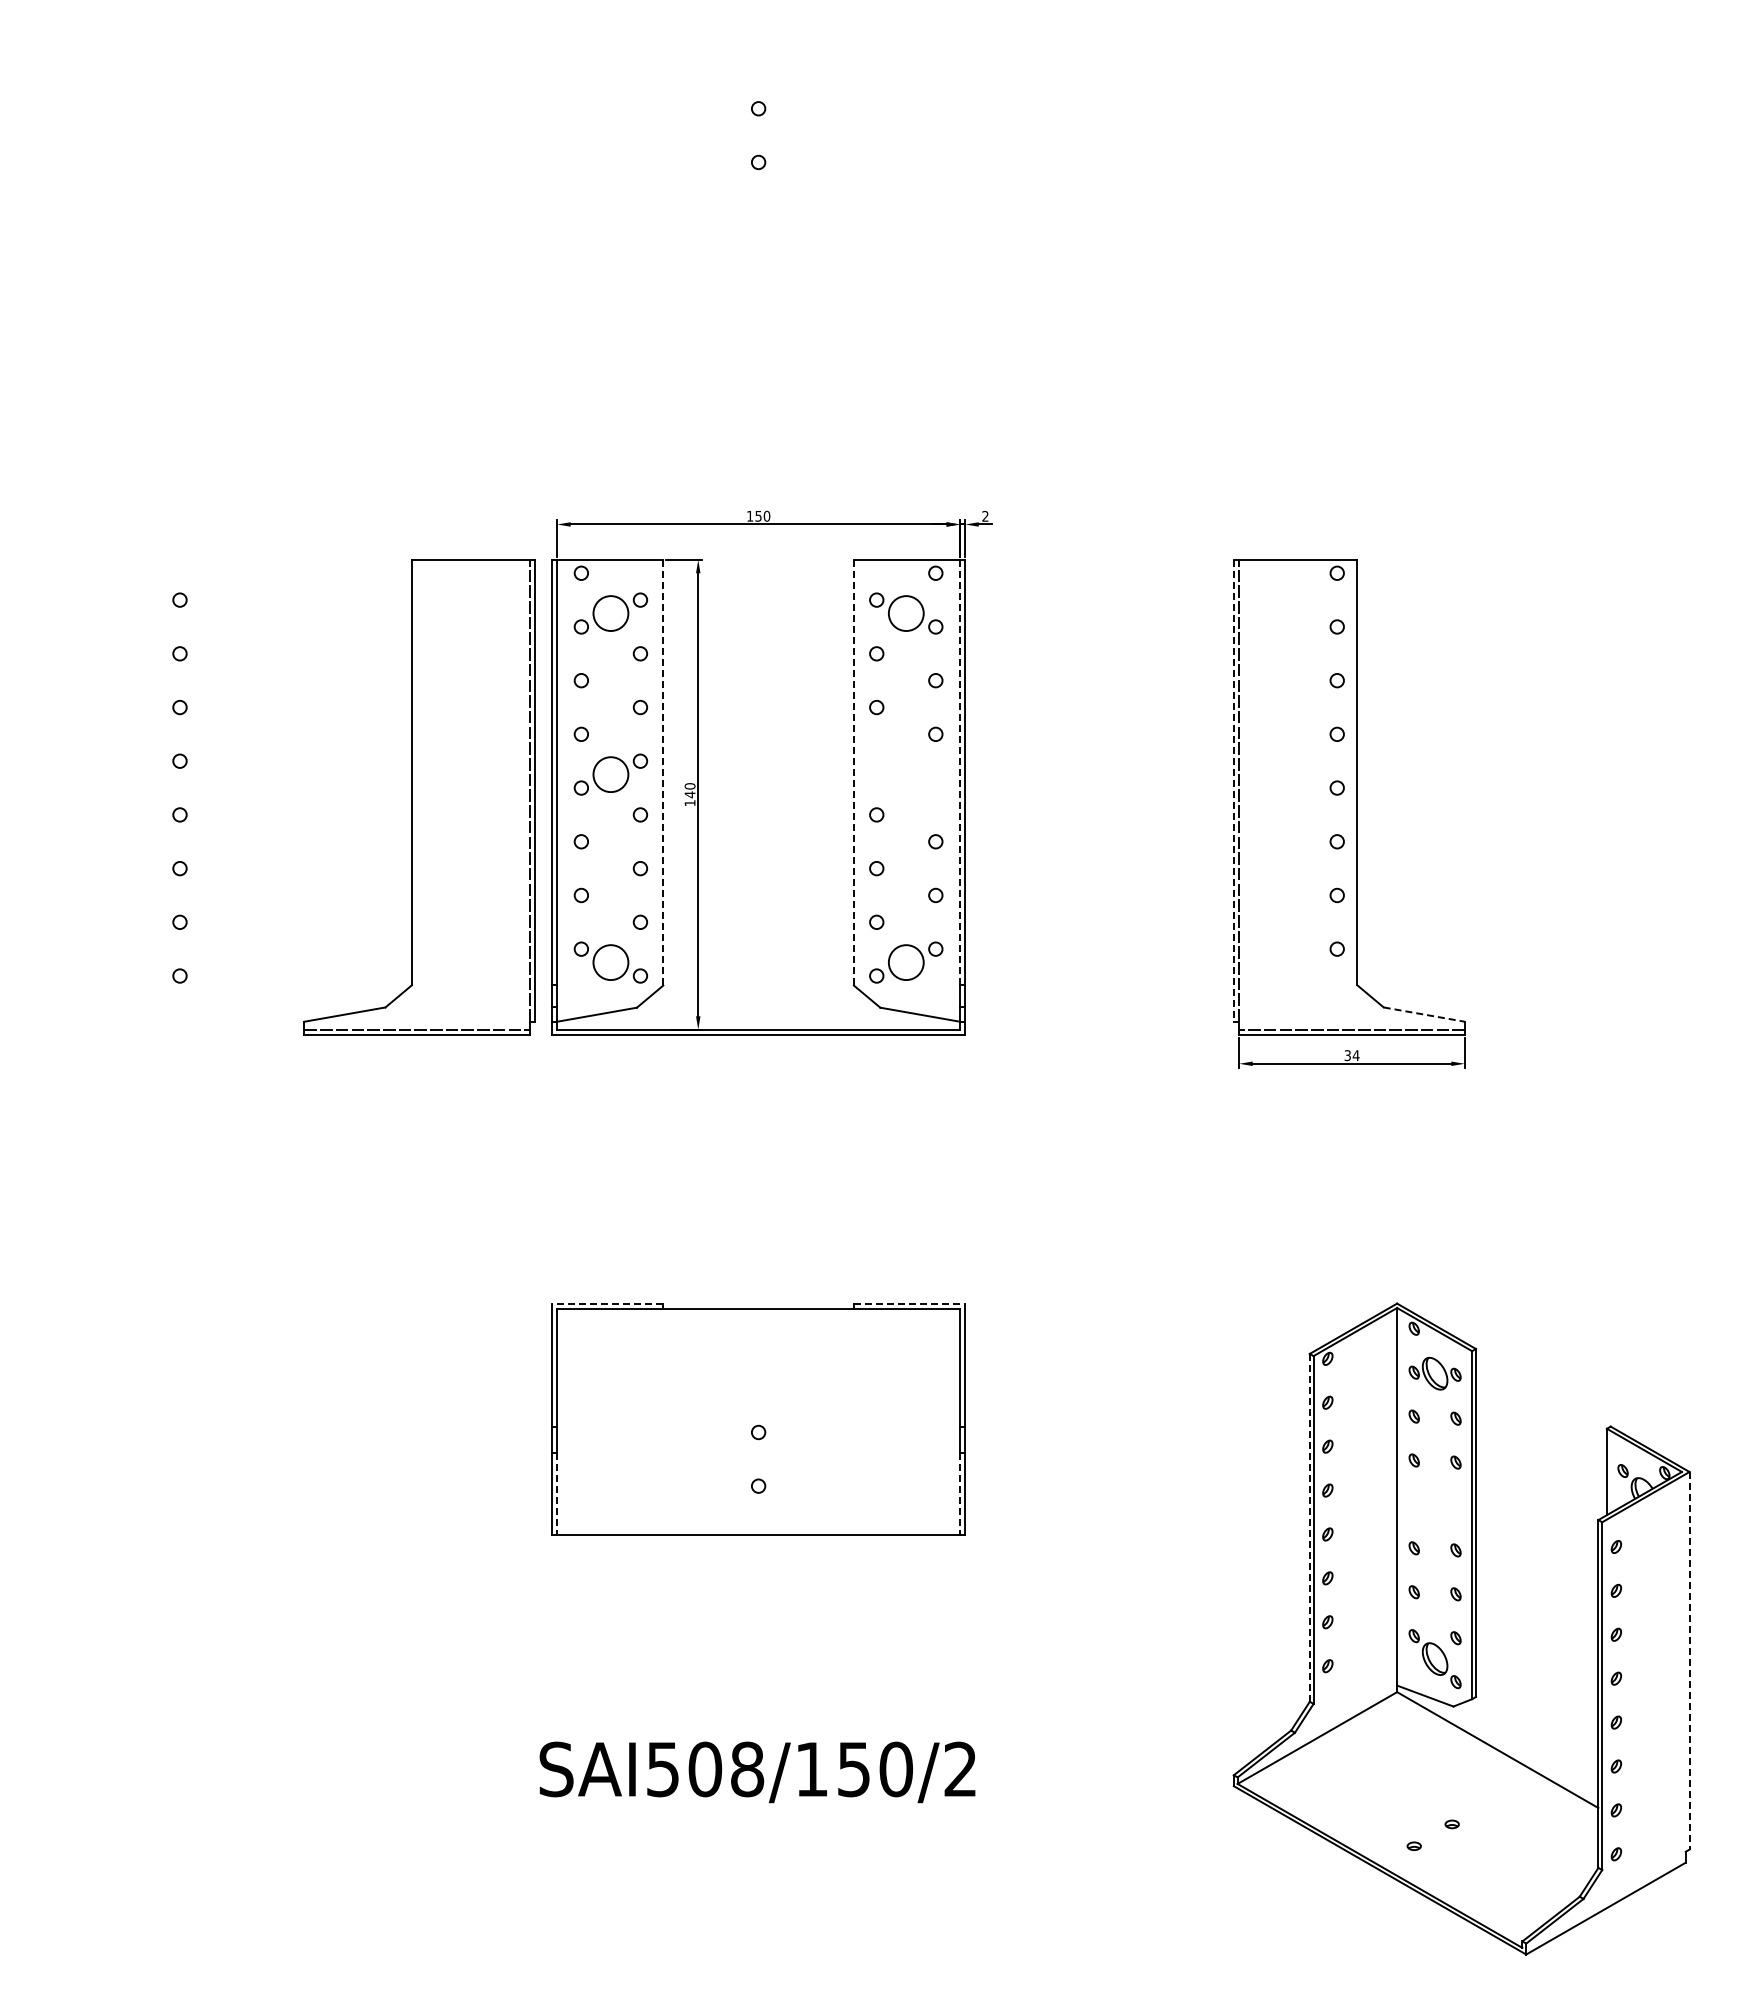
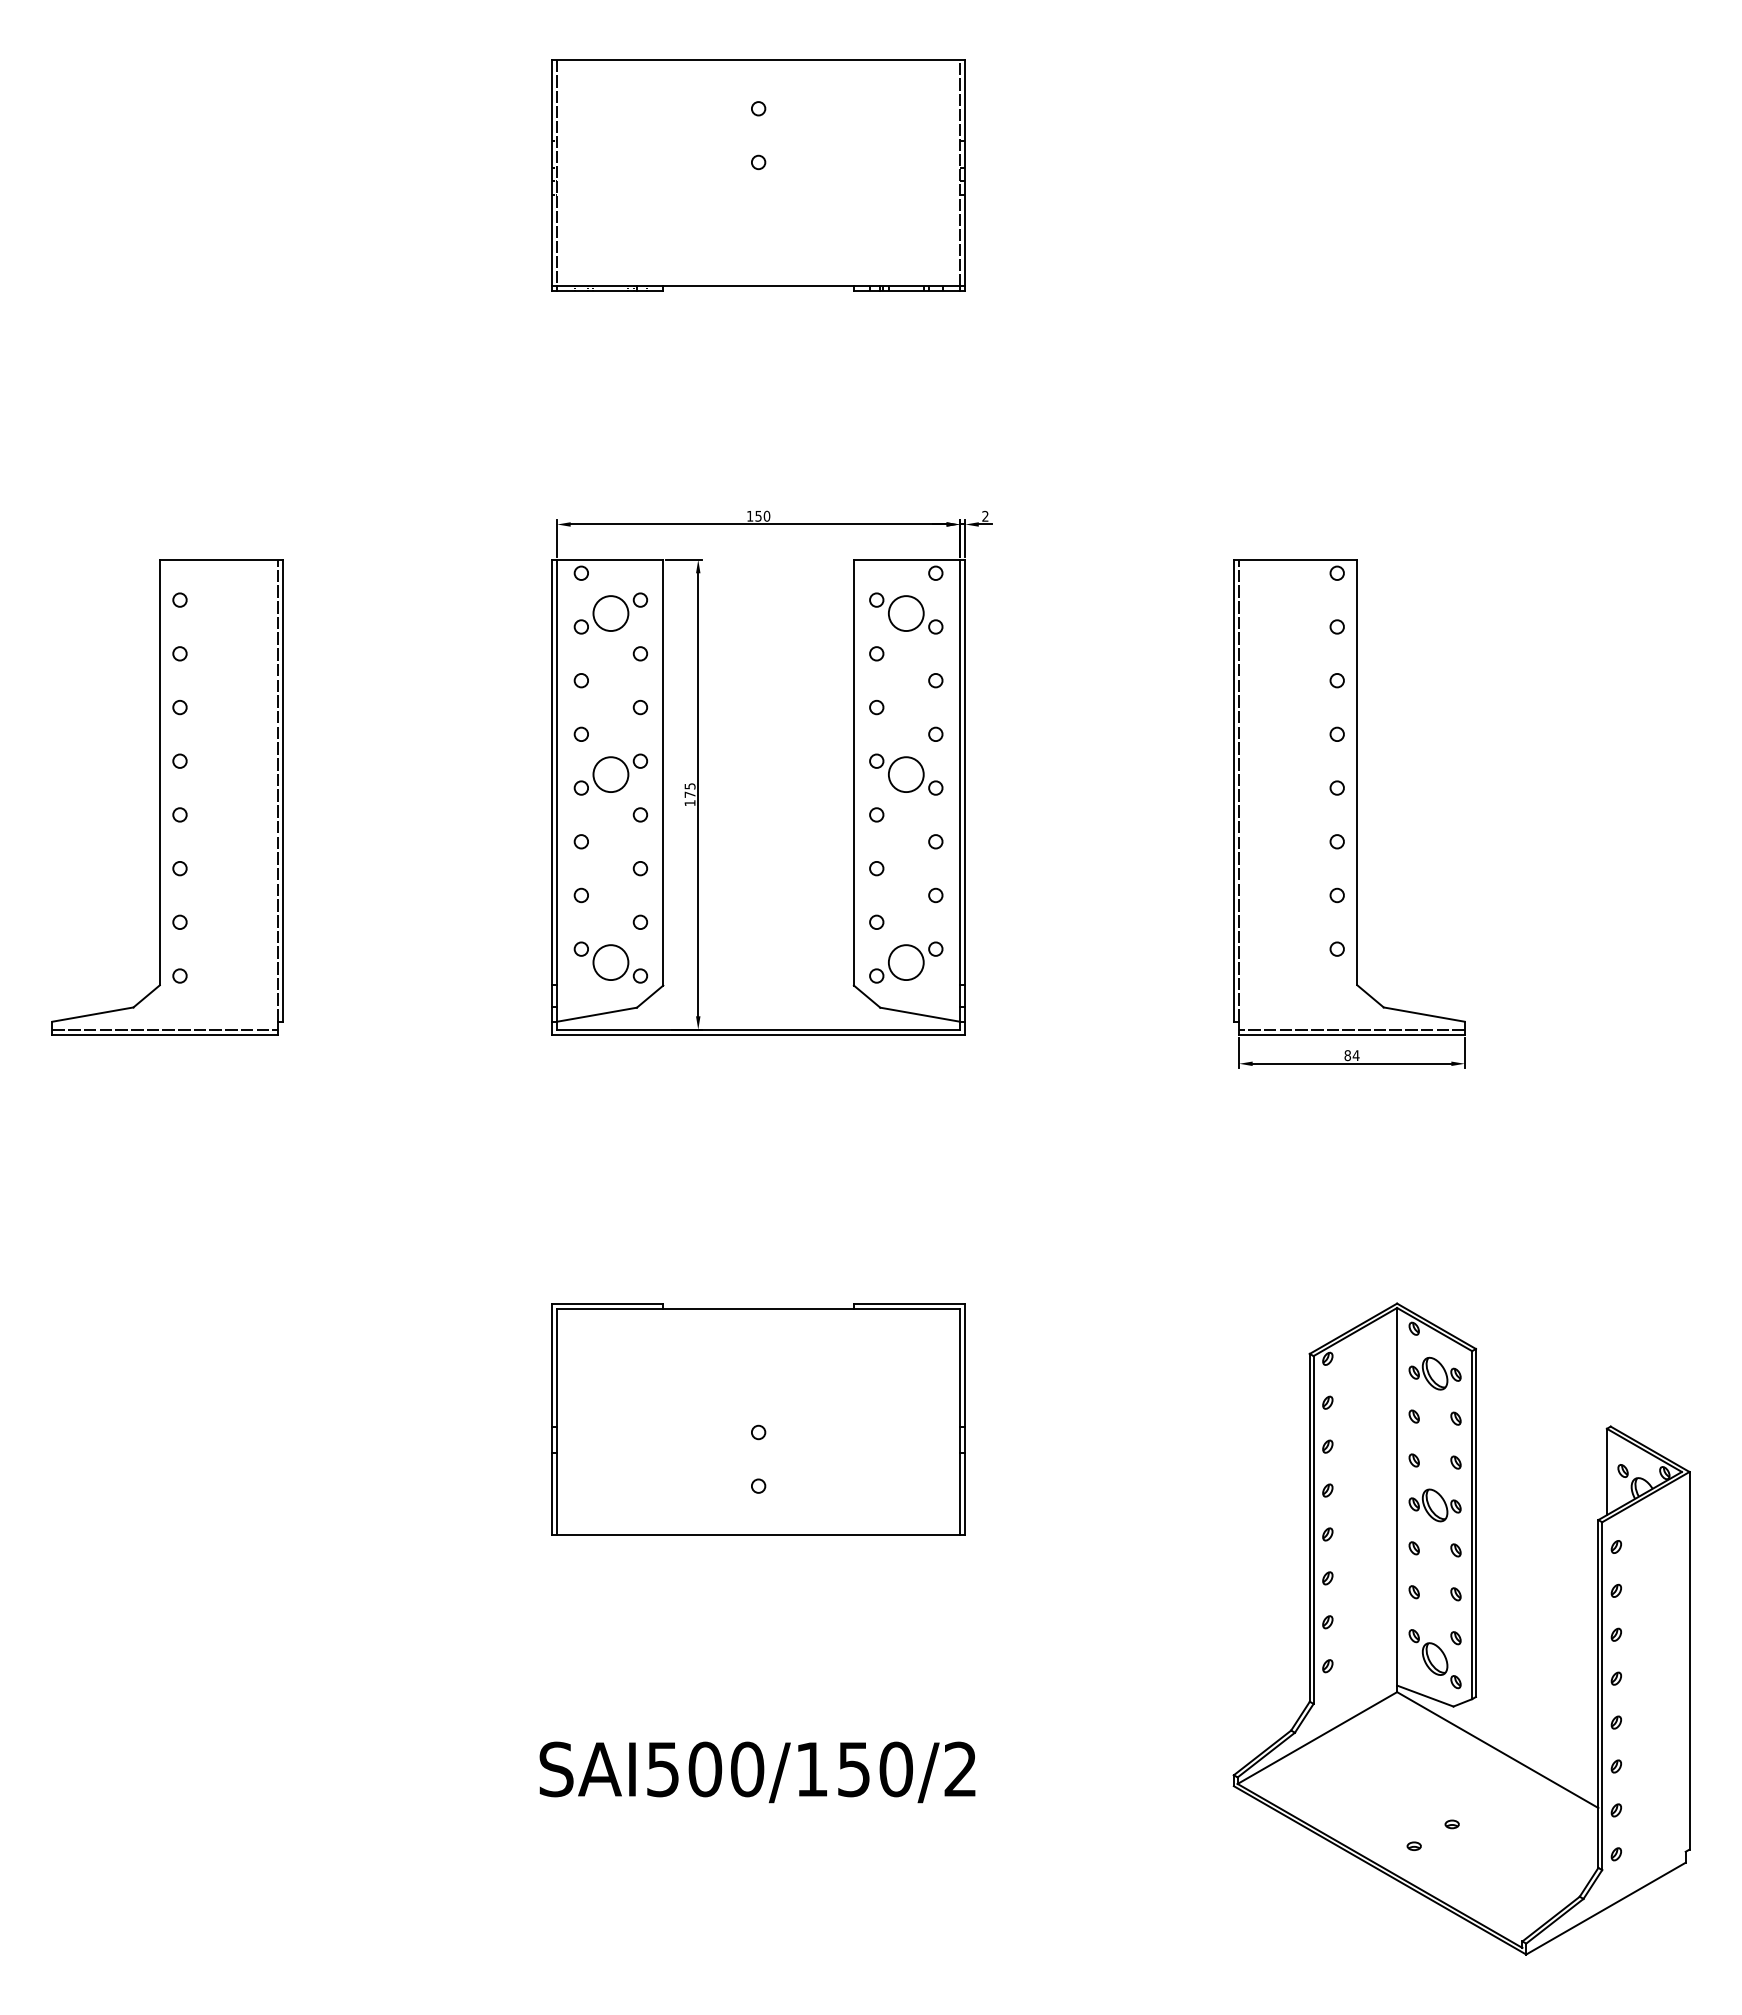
part at (758, 175): none -> present
line at (663, 772): dashed -> solid
line at (853, 772): dashed -> solid
line at (960, 772): dashed -> solid
part at (906, 774): none -> present
text at (689, 790): 140 -> 175
line at (1233, 790): dashed -> solid
part at (419, 797) position: (419, 797) -> (167, 797)
line at (1424, 1014): dashed -> solid
text at (1347, 1055): 34 -> 84
line at (607, 1303): dashed -> solid
line at (909, 1303): dashed -> solid
line at (557, 1494): dashed -> solid
line at (960, 1494): dashed -> solid
part at (1434, 1505): none -> present
line at (1309, 1527): dashed -> solid
line at (1689, 1660): dashed -> solid
text at (747, 1769): SAI508/150/2 -> SAI500/150/2
